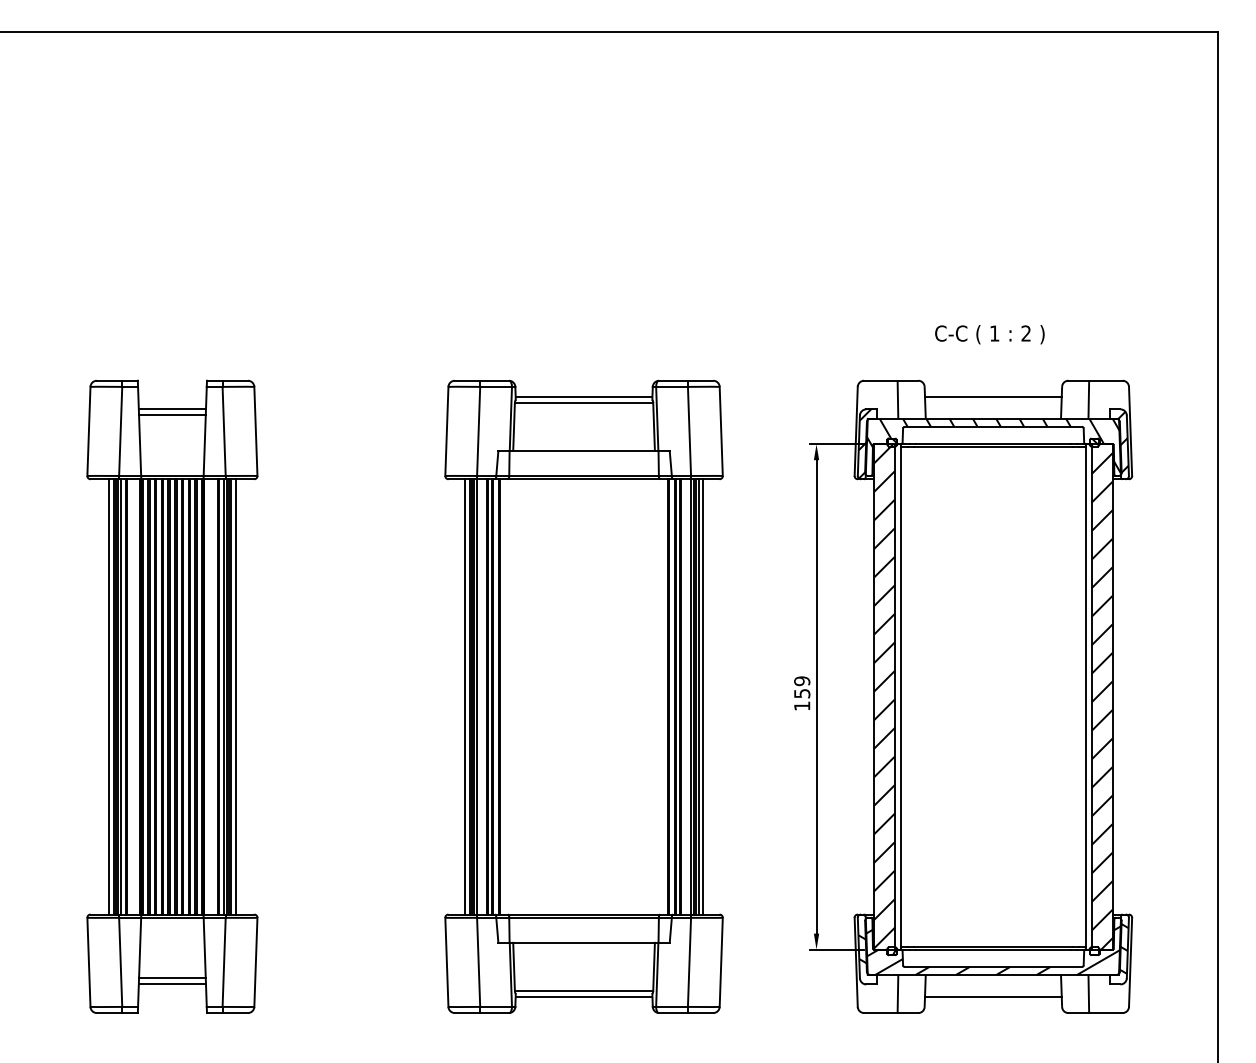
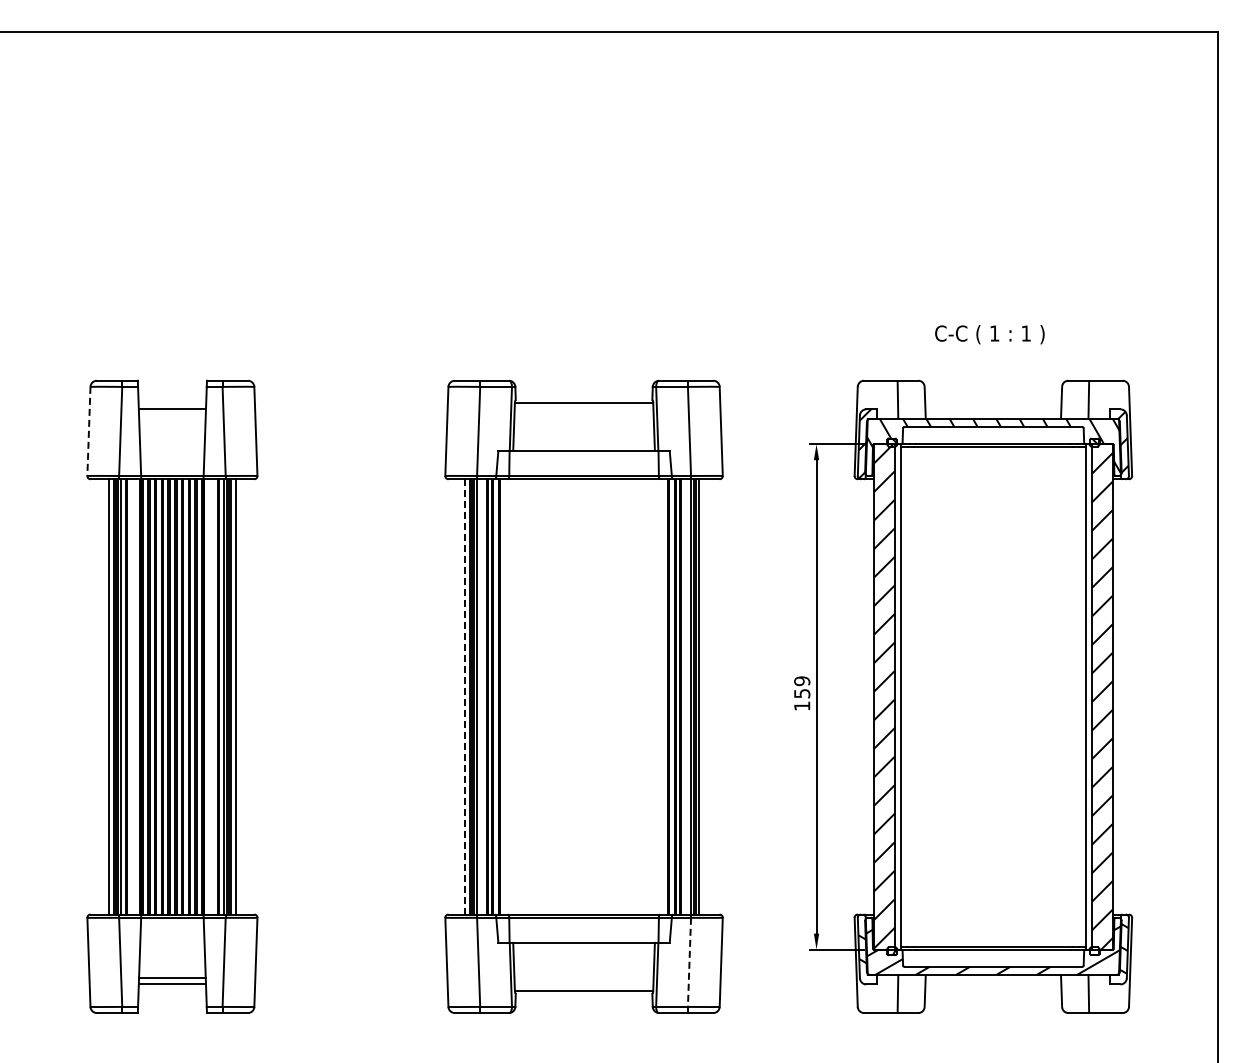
text at (1025, 333): 2 -> 1
line at (583, 396): present -> none
line at (992, 396): present -> none
line at (172, 415): present -> none
line at (88, 431): solid -> dashed
line at (464, 696): solid -> dashed
line at (703, 696): present -> none
line at (689, 962): solid -> dashed
line at (583, 997): present -> none
line at (992, 997): present -> none
